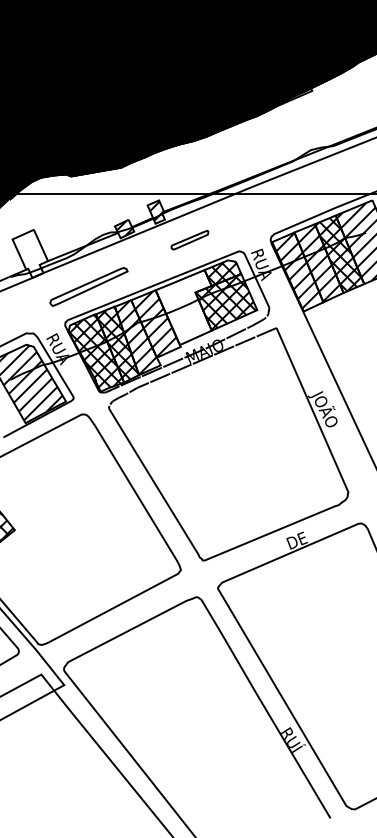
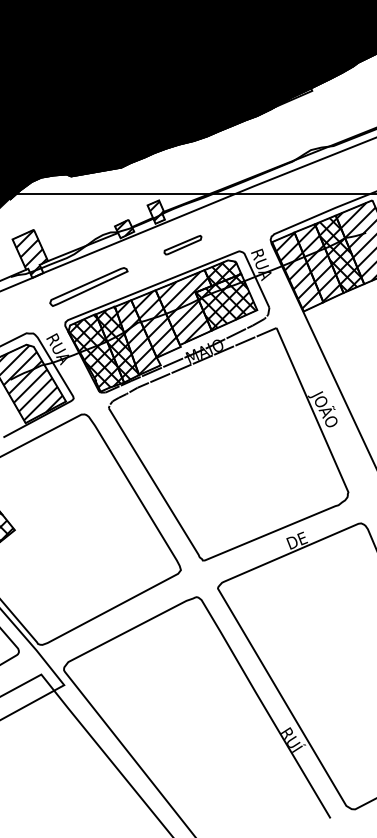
part at (189, 240) position: (189, 240) -> (182, 245)
hatch at (31, 252): none -> present
hatch at (185, 306): none -> present
